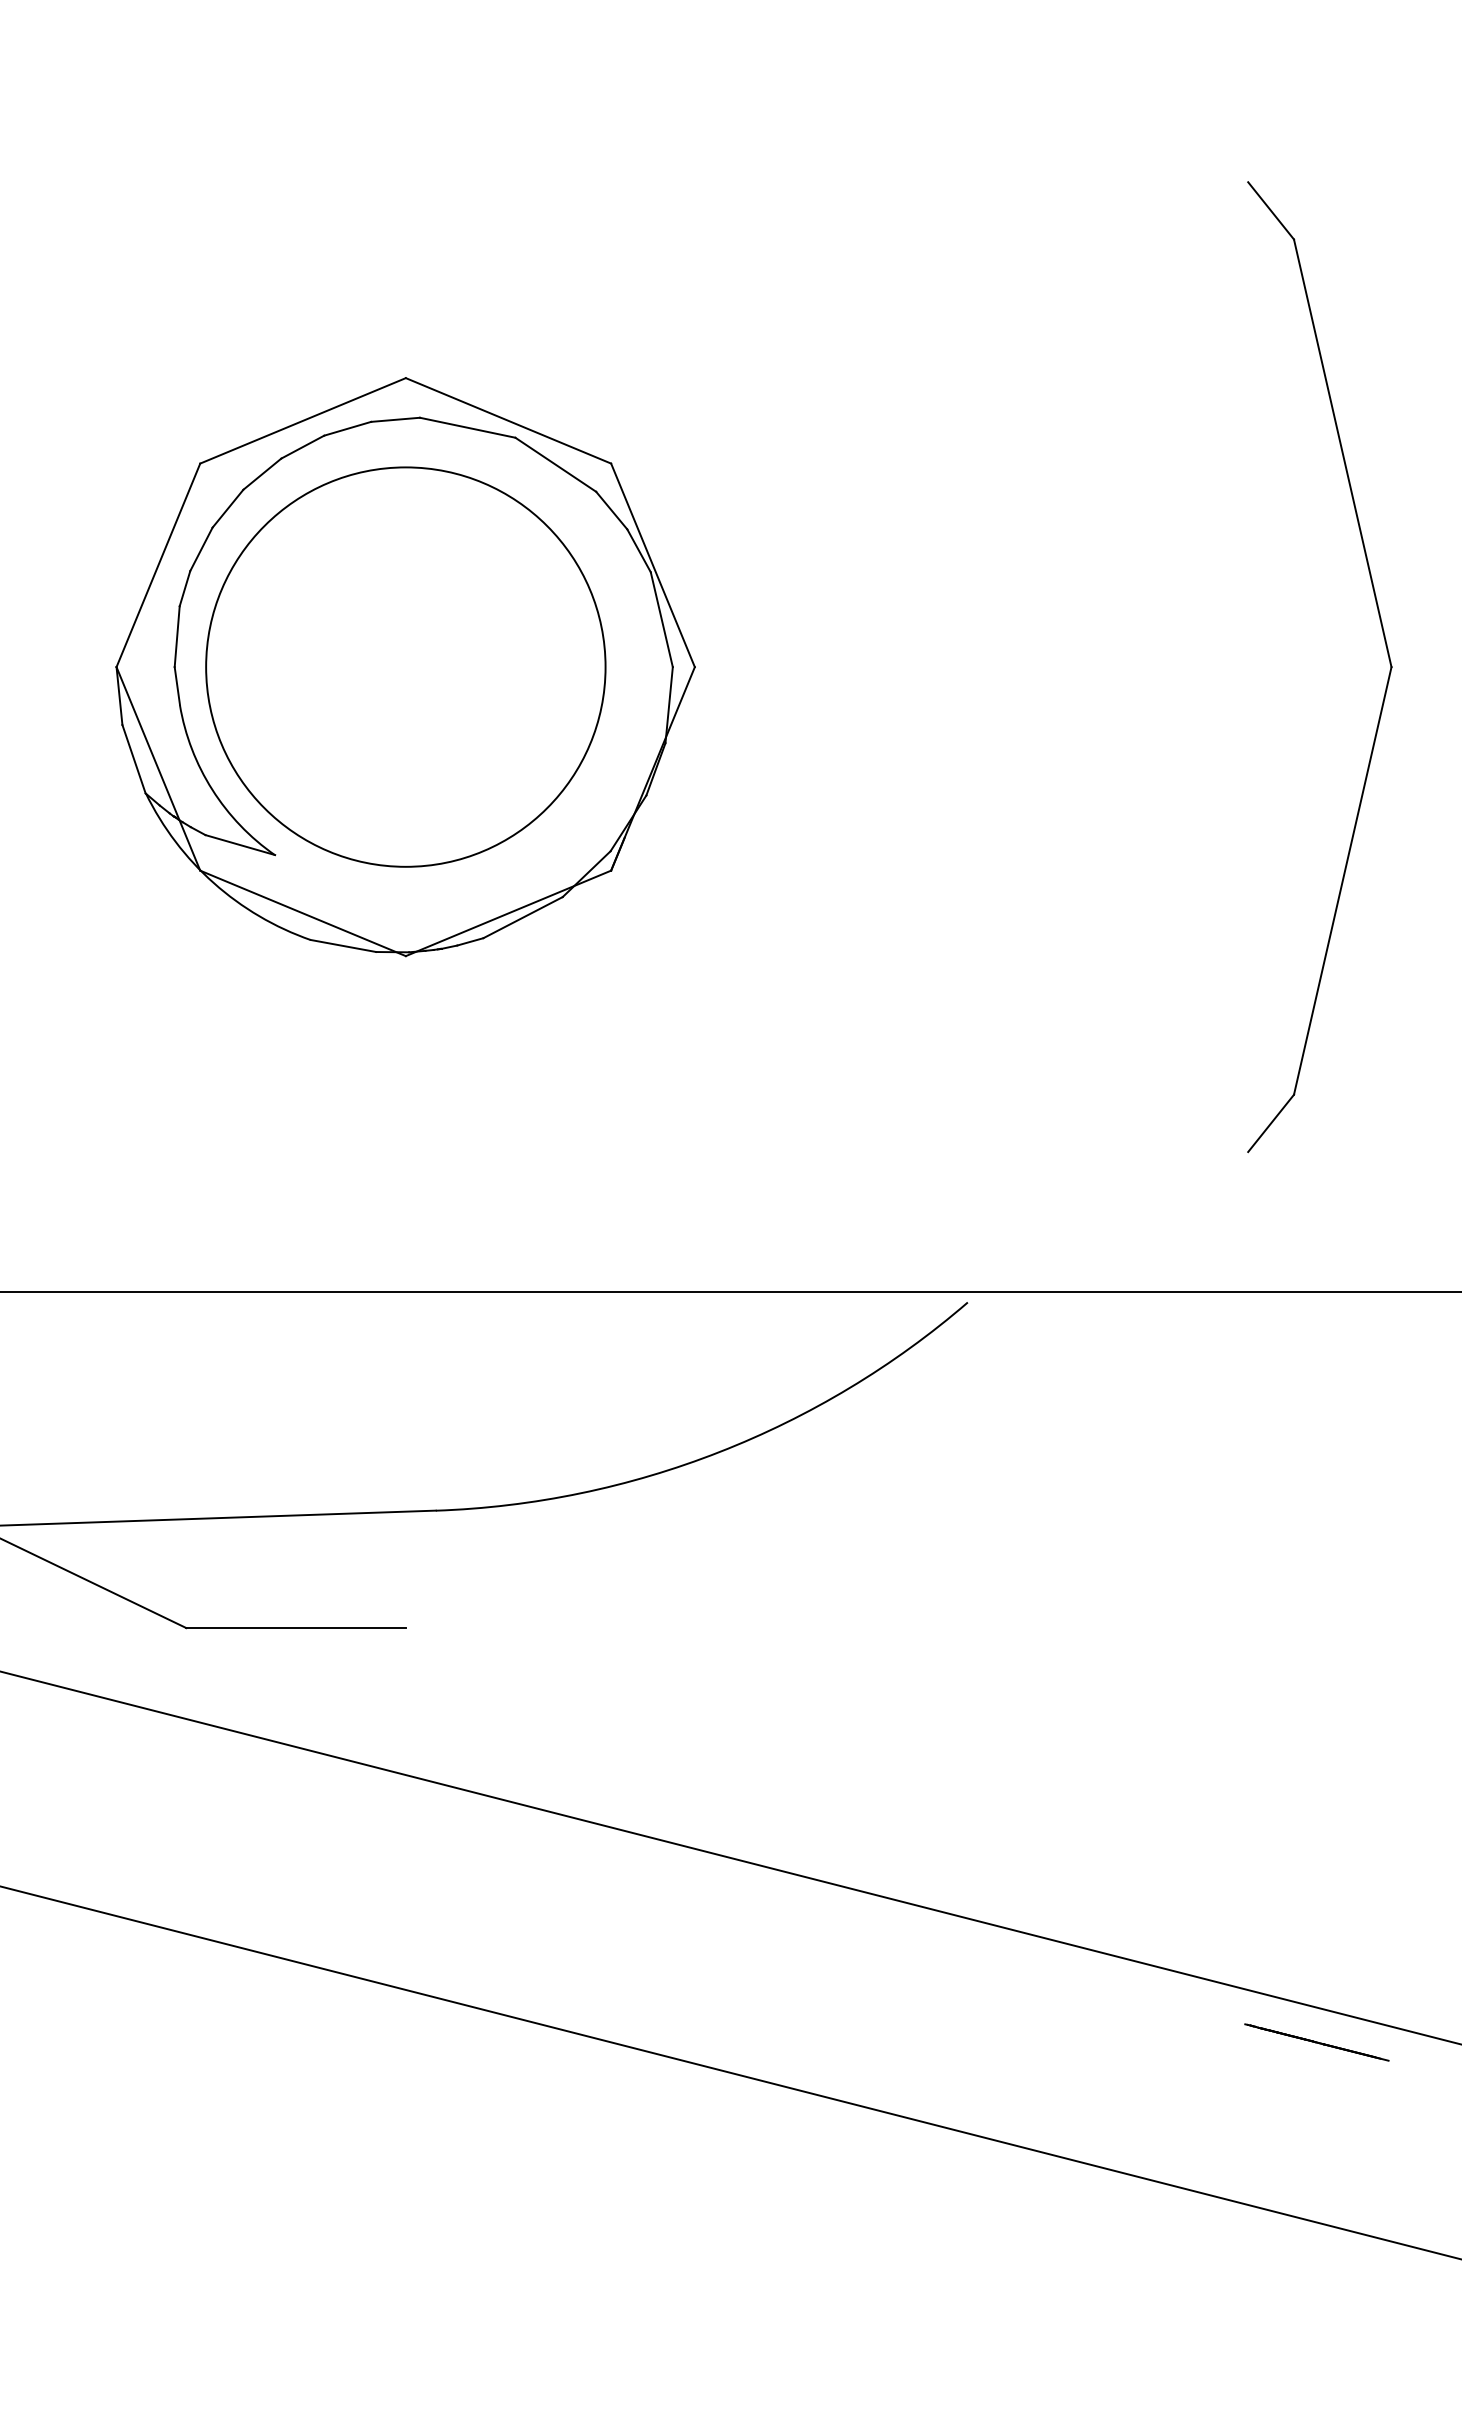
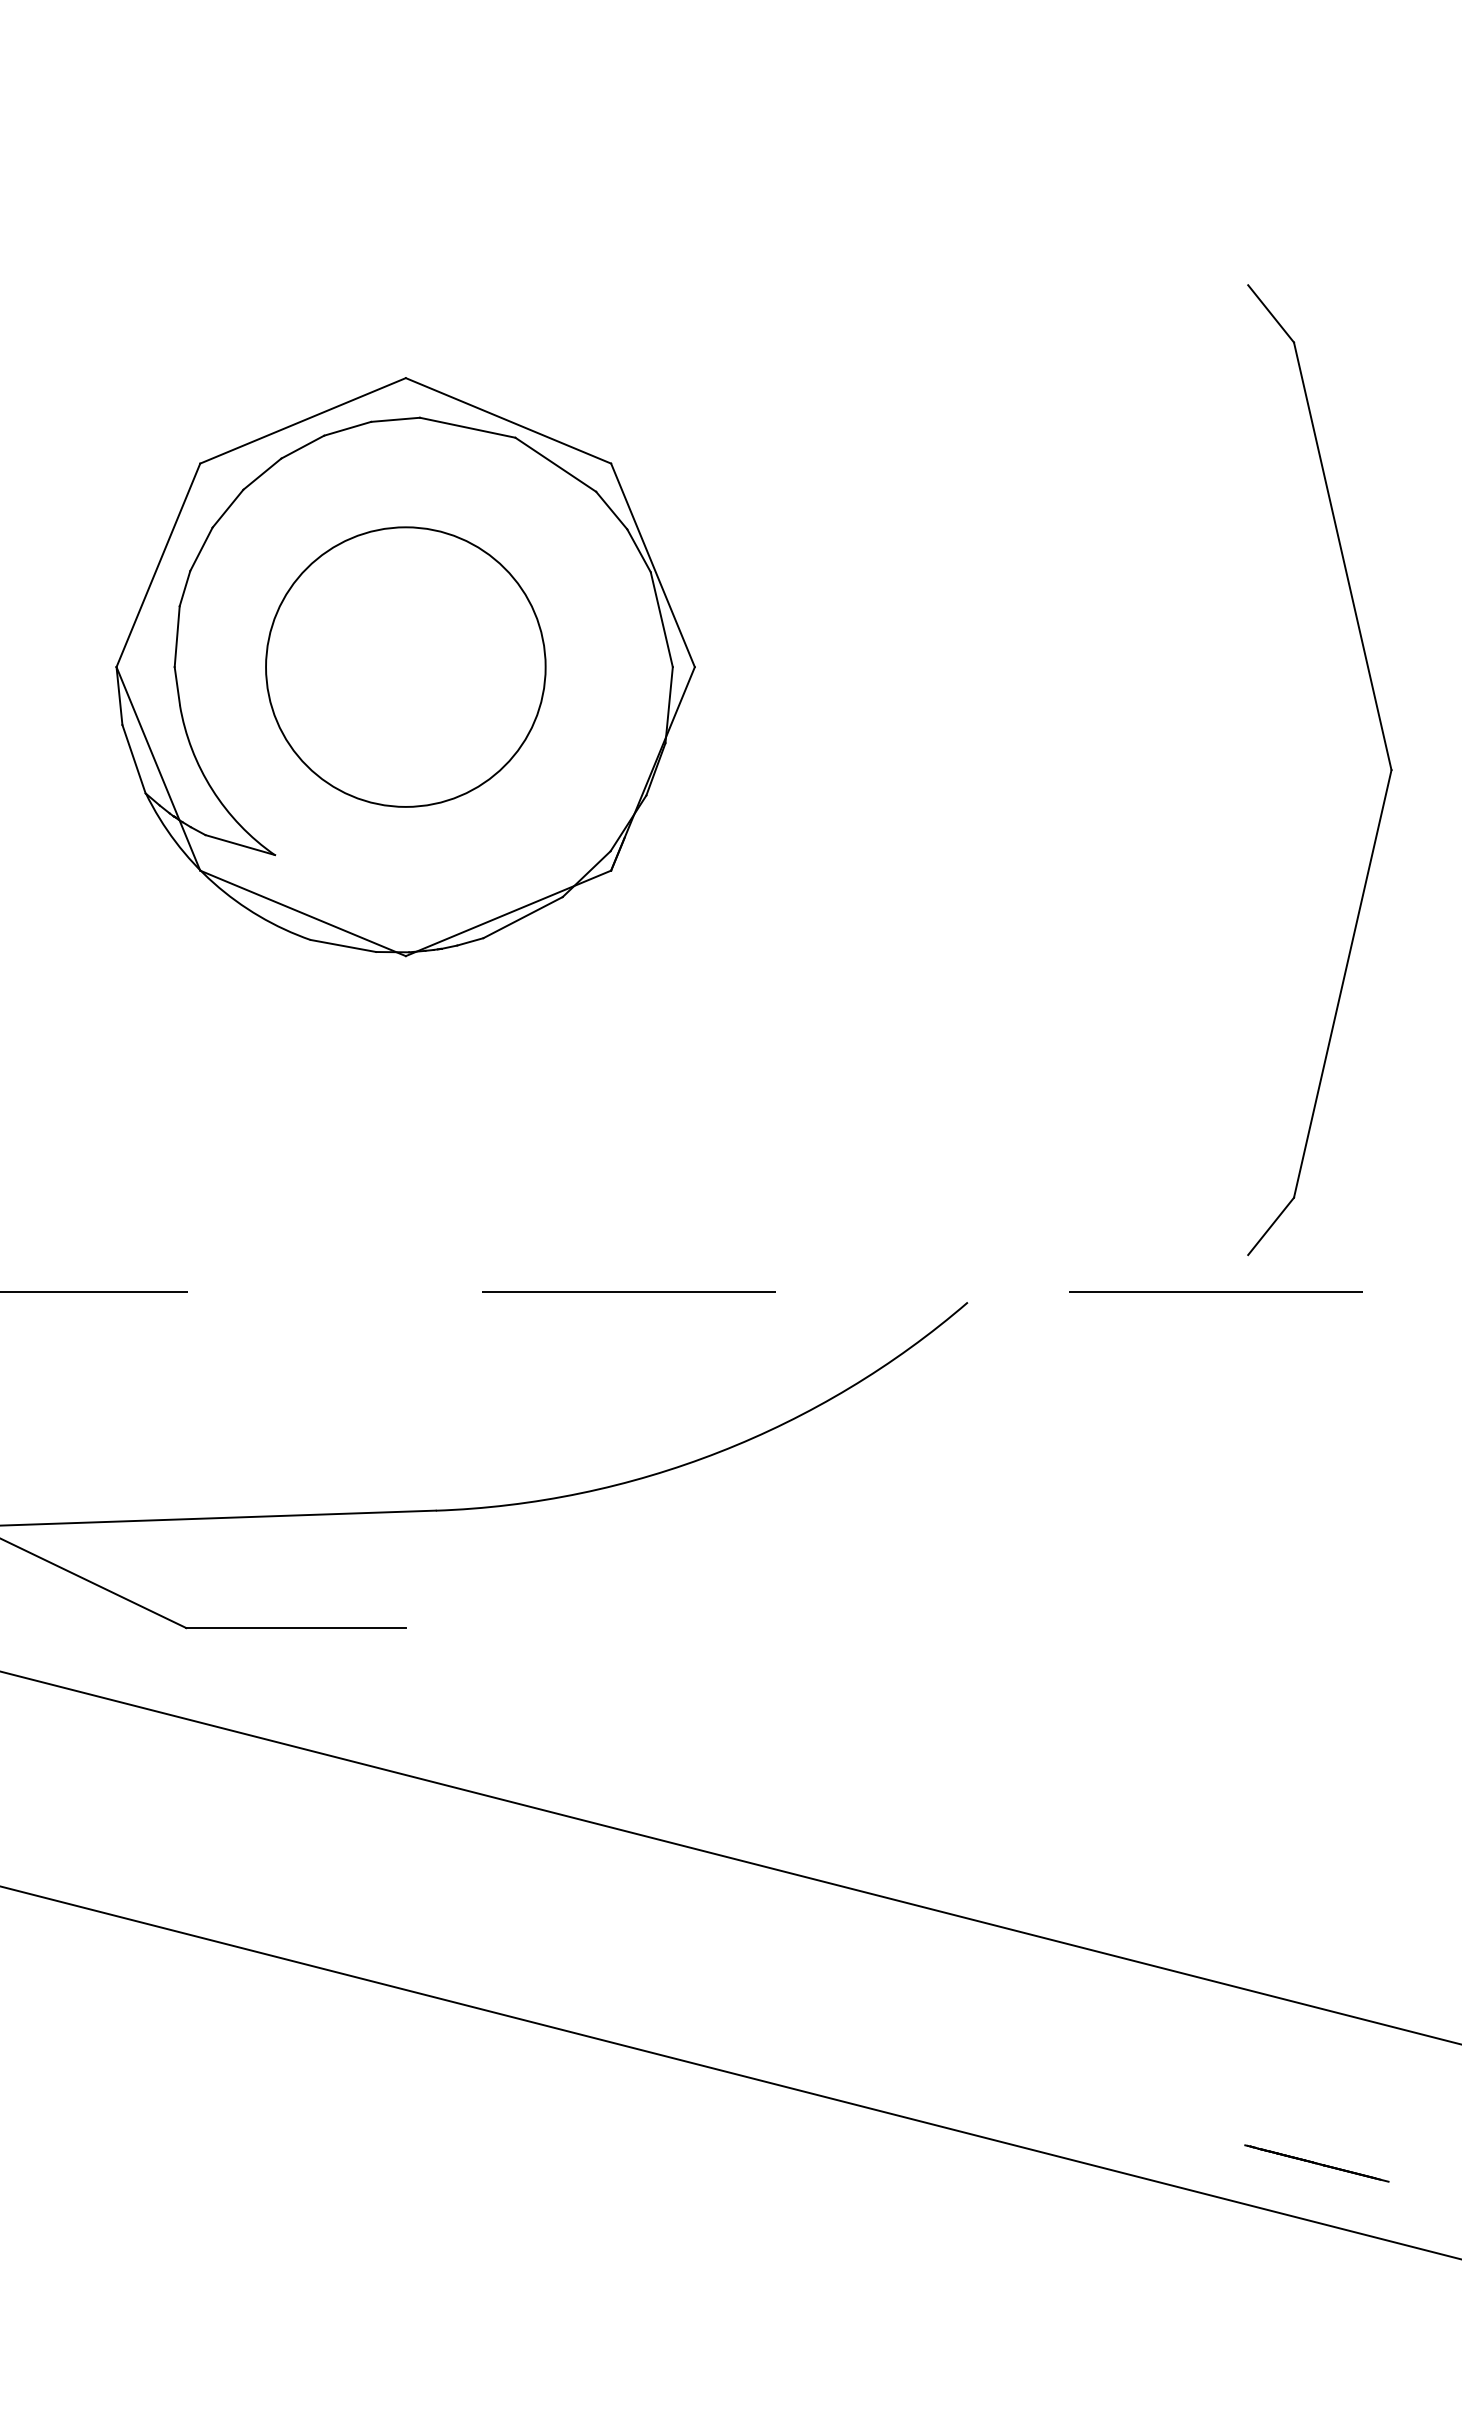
circle at (405, 666) diameter: 399 px -> 280 px
part at (1386, 683) position: (1386, 683) -> (1386, 786)
line at (731, 1291): solid -> dashed
line at (1316, 2042) position: (1316, 2042) -> (1316, 2163)
